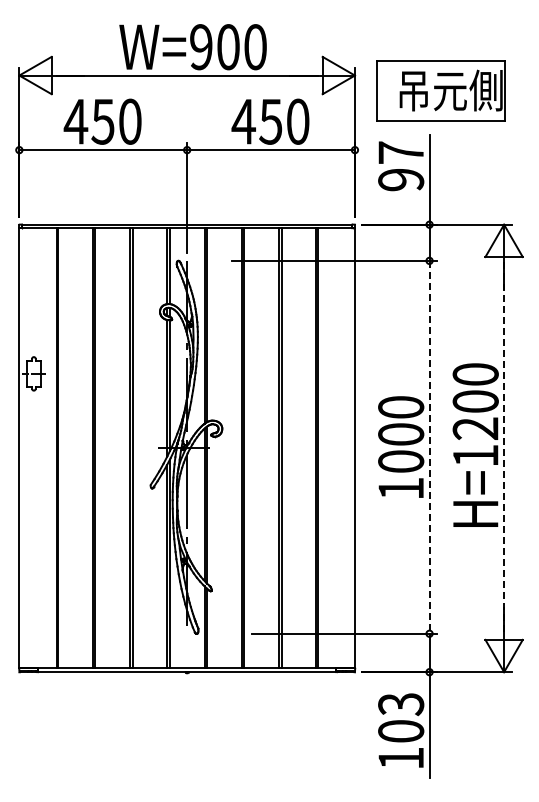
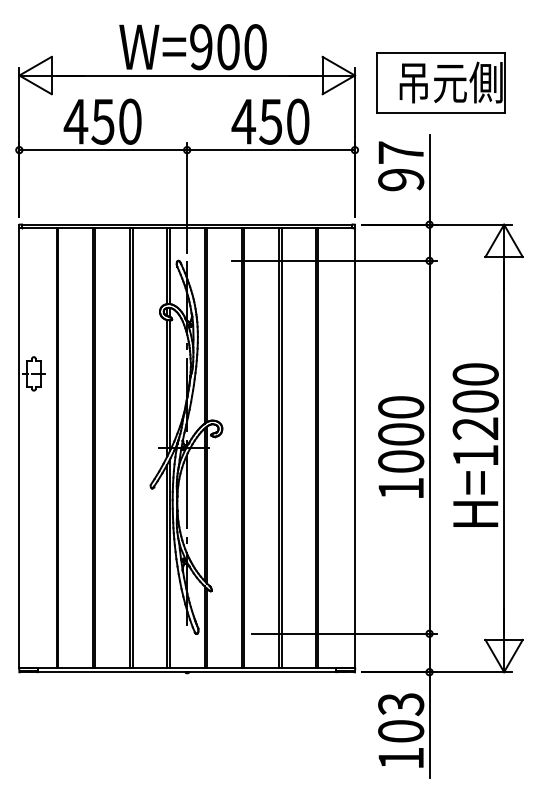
part at (440, 90) position: (440, 90) -> (440, 82)
line at (429, 447): dashed -> solid
line at (504, 448): dashed -> solid
